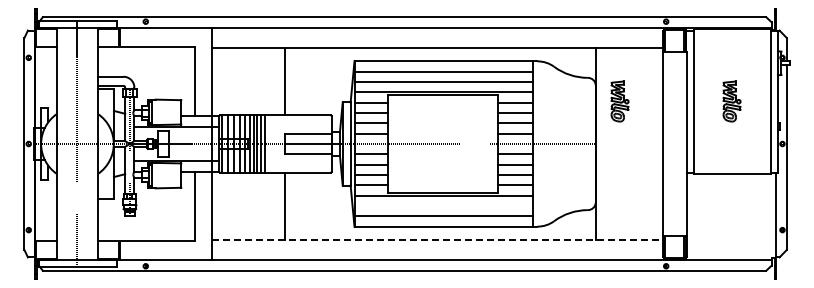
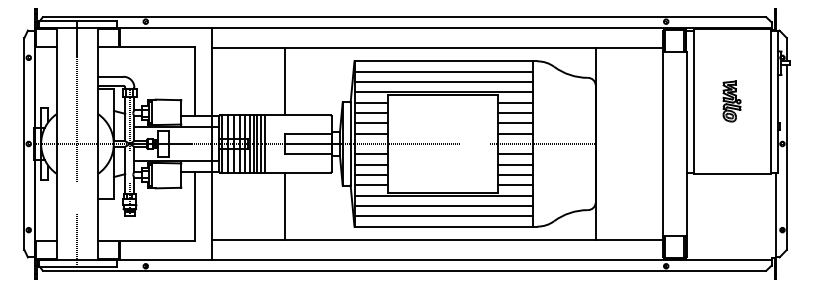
part at (619, 101): present -> none
line at (443, 205): none -> present
line at (437, 240): dashed -> solid
